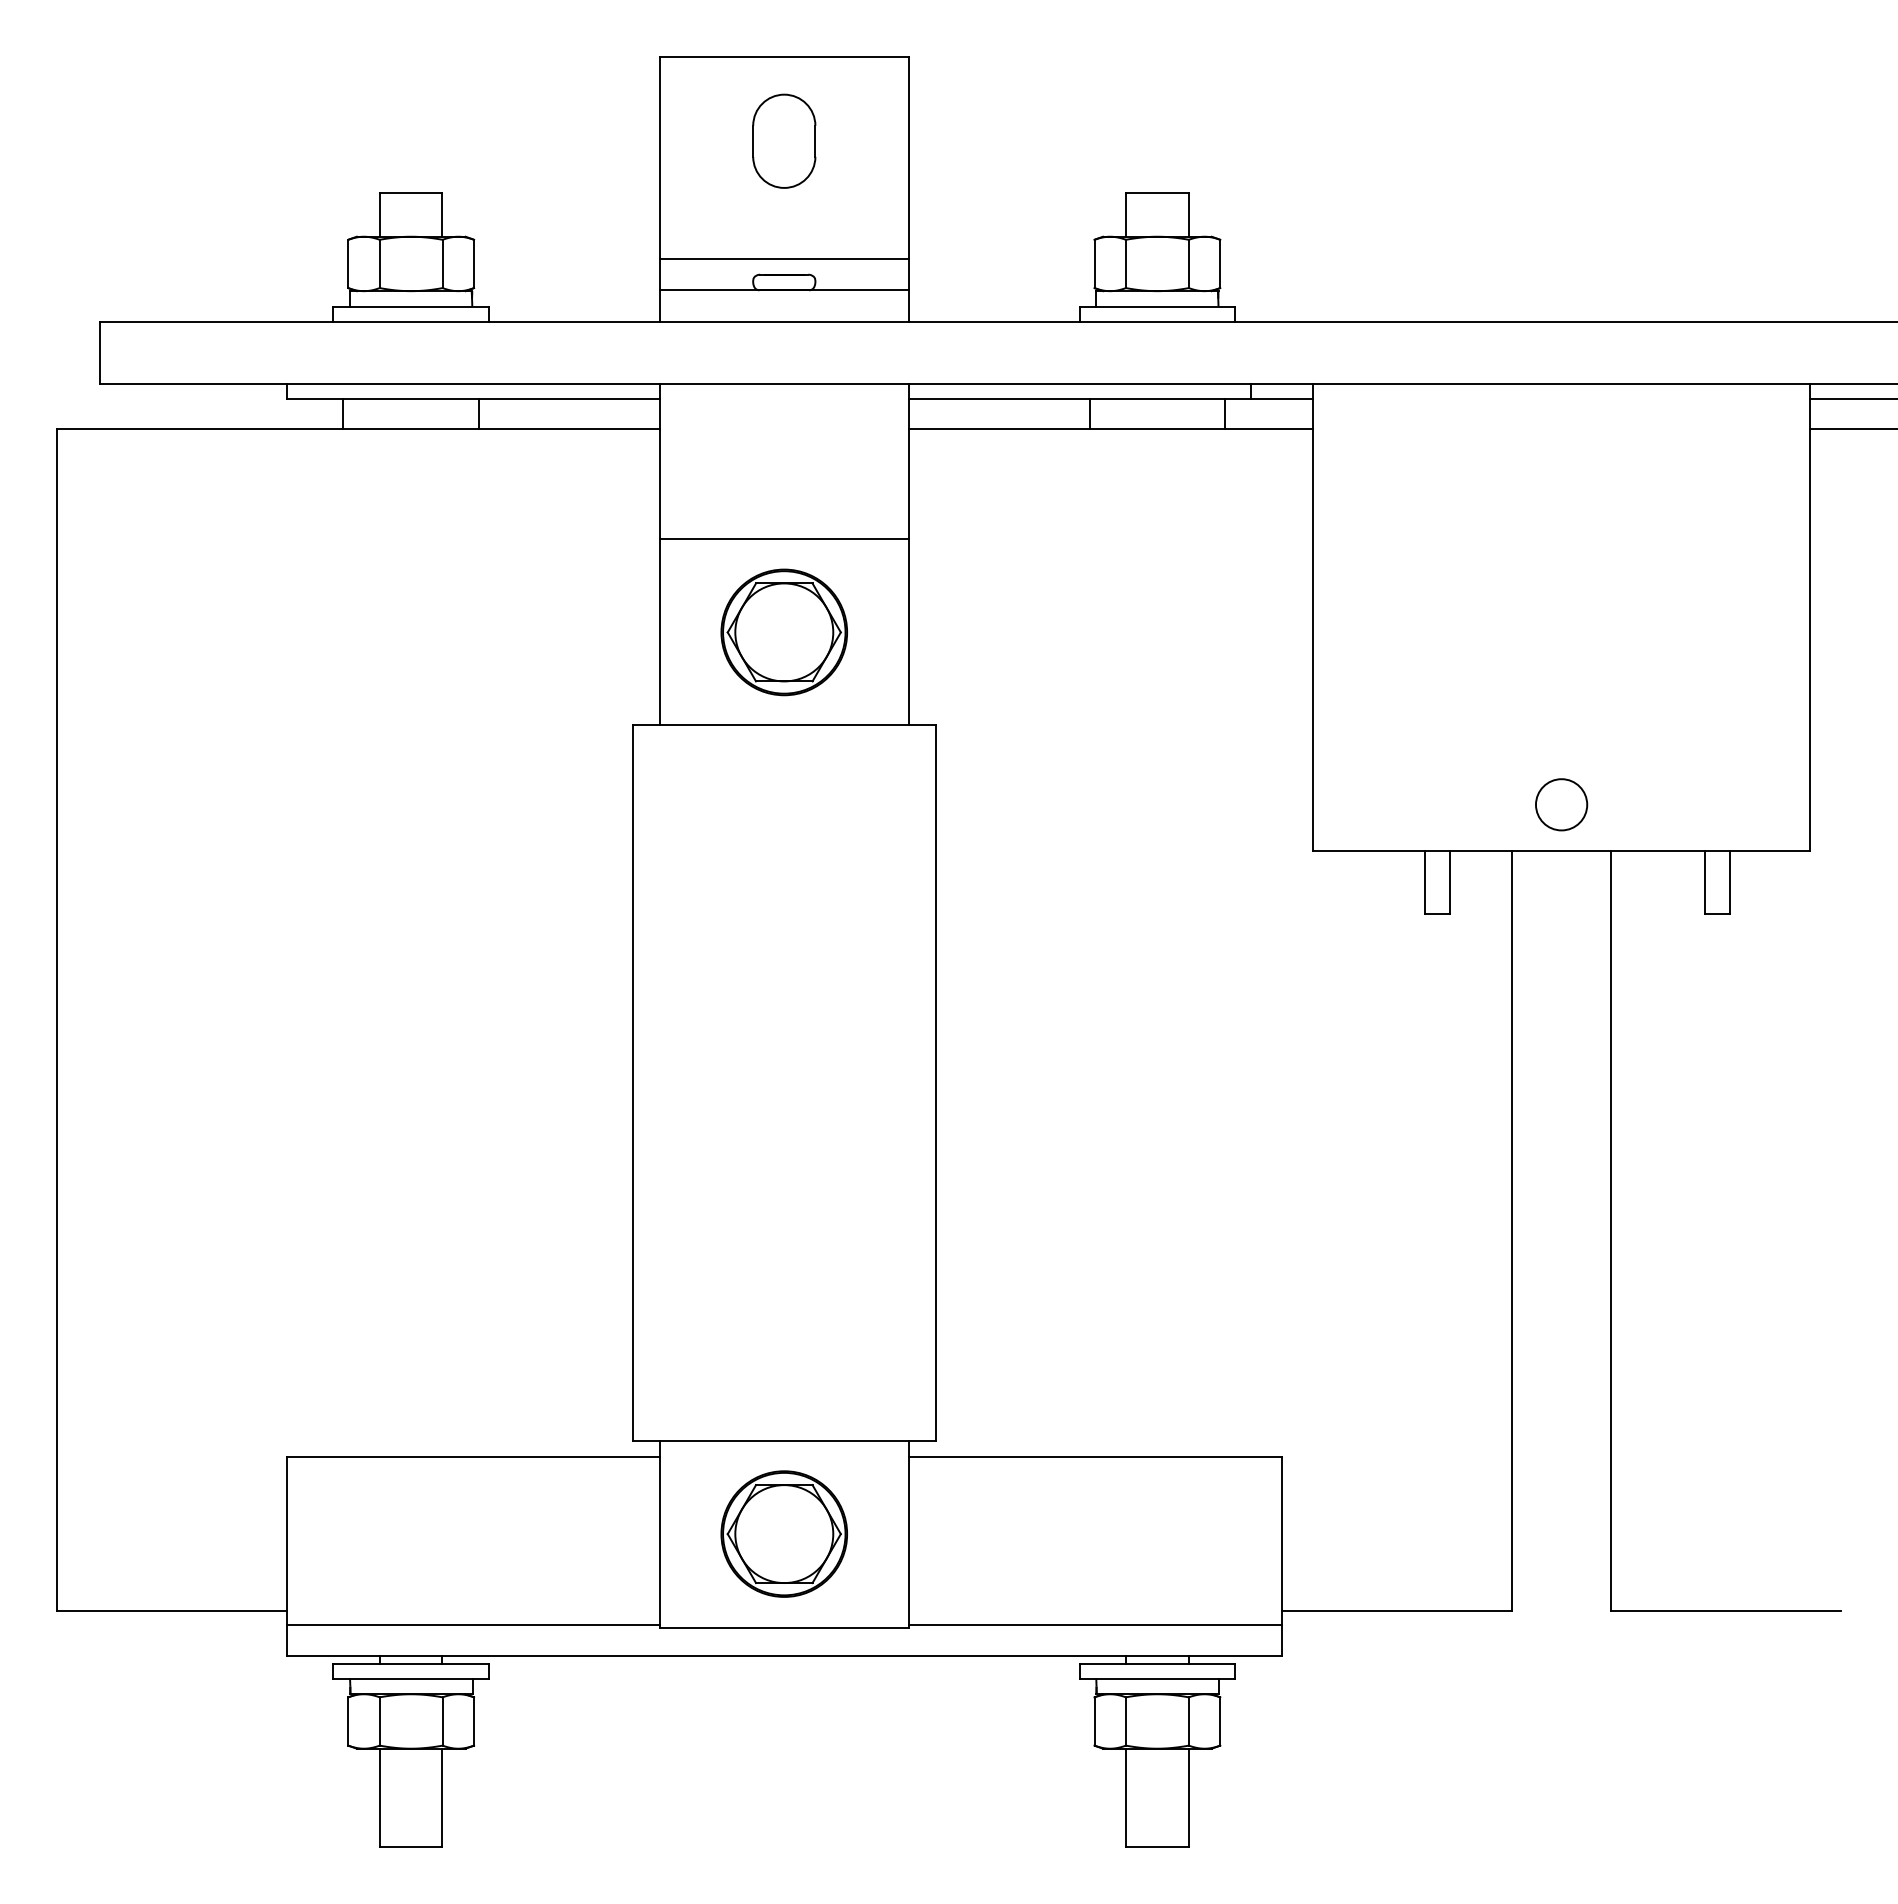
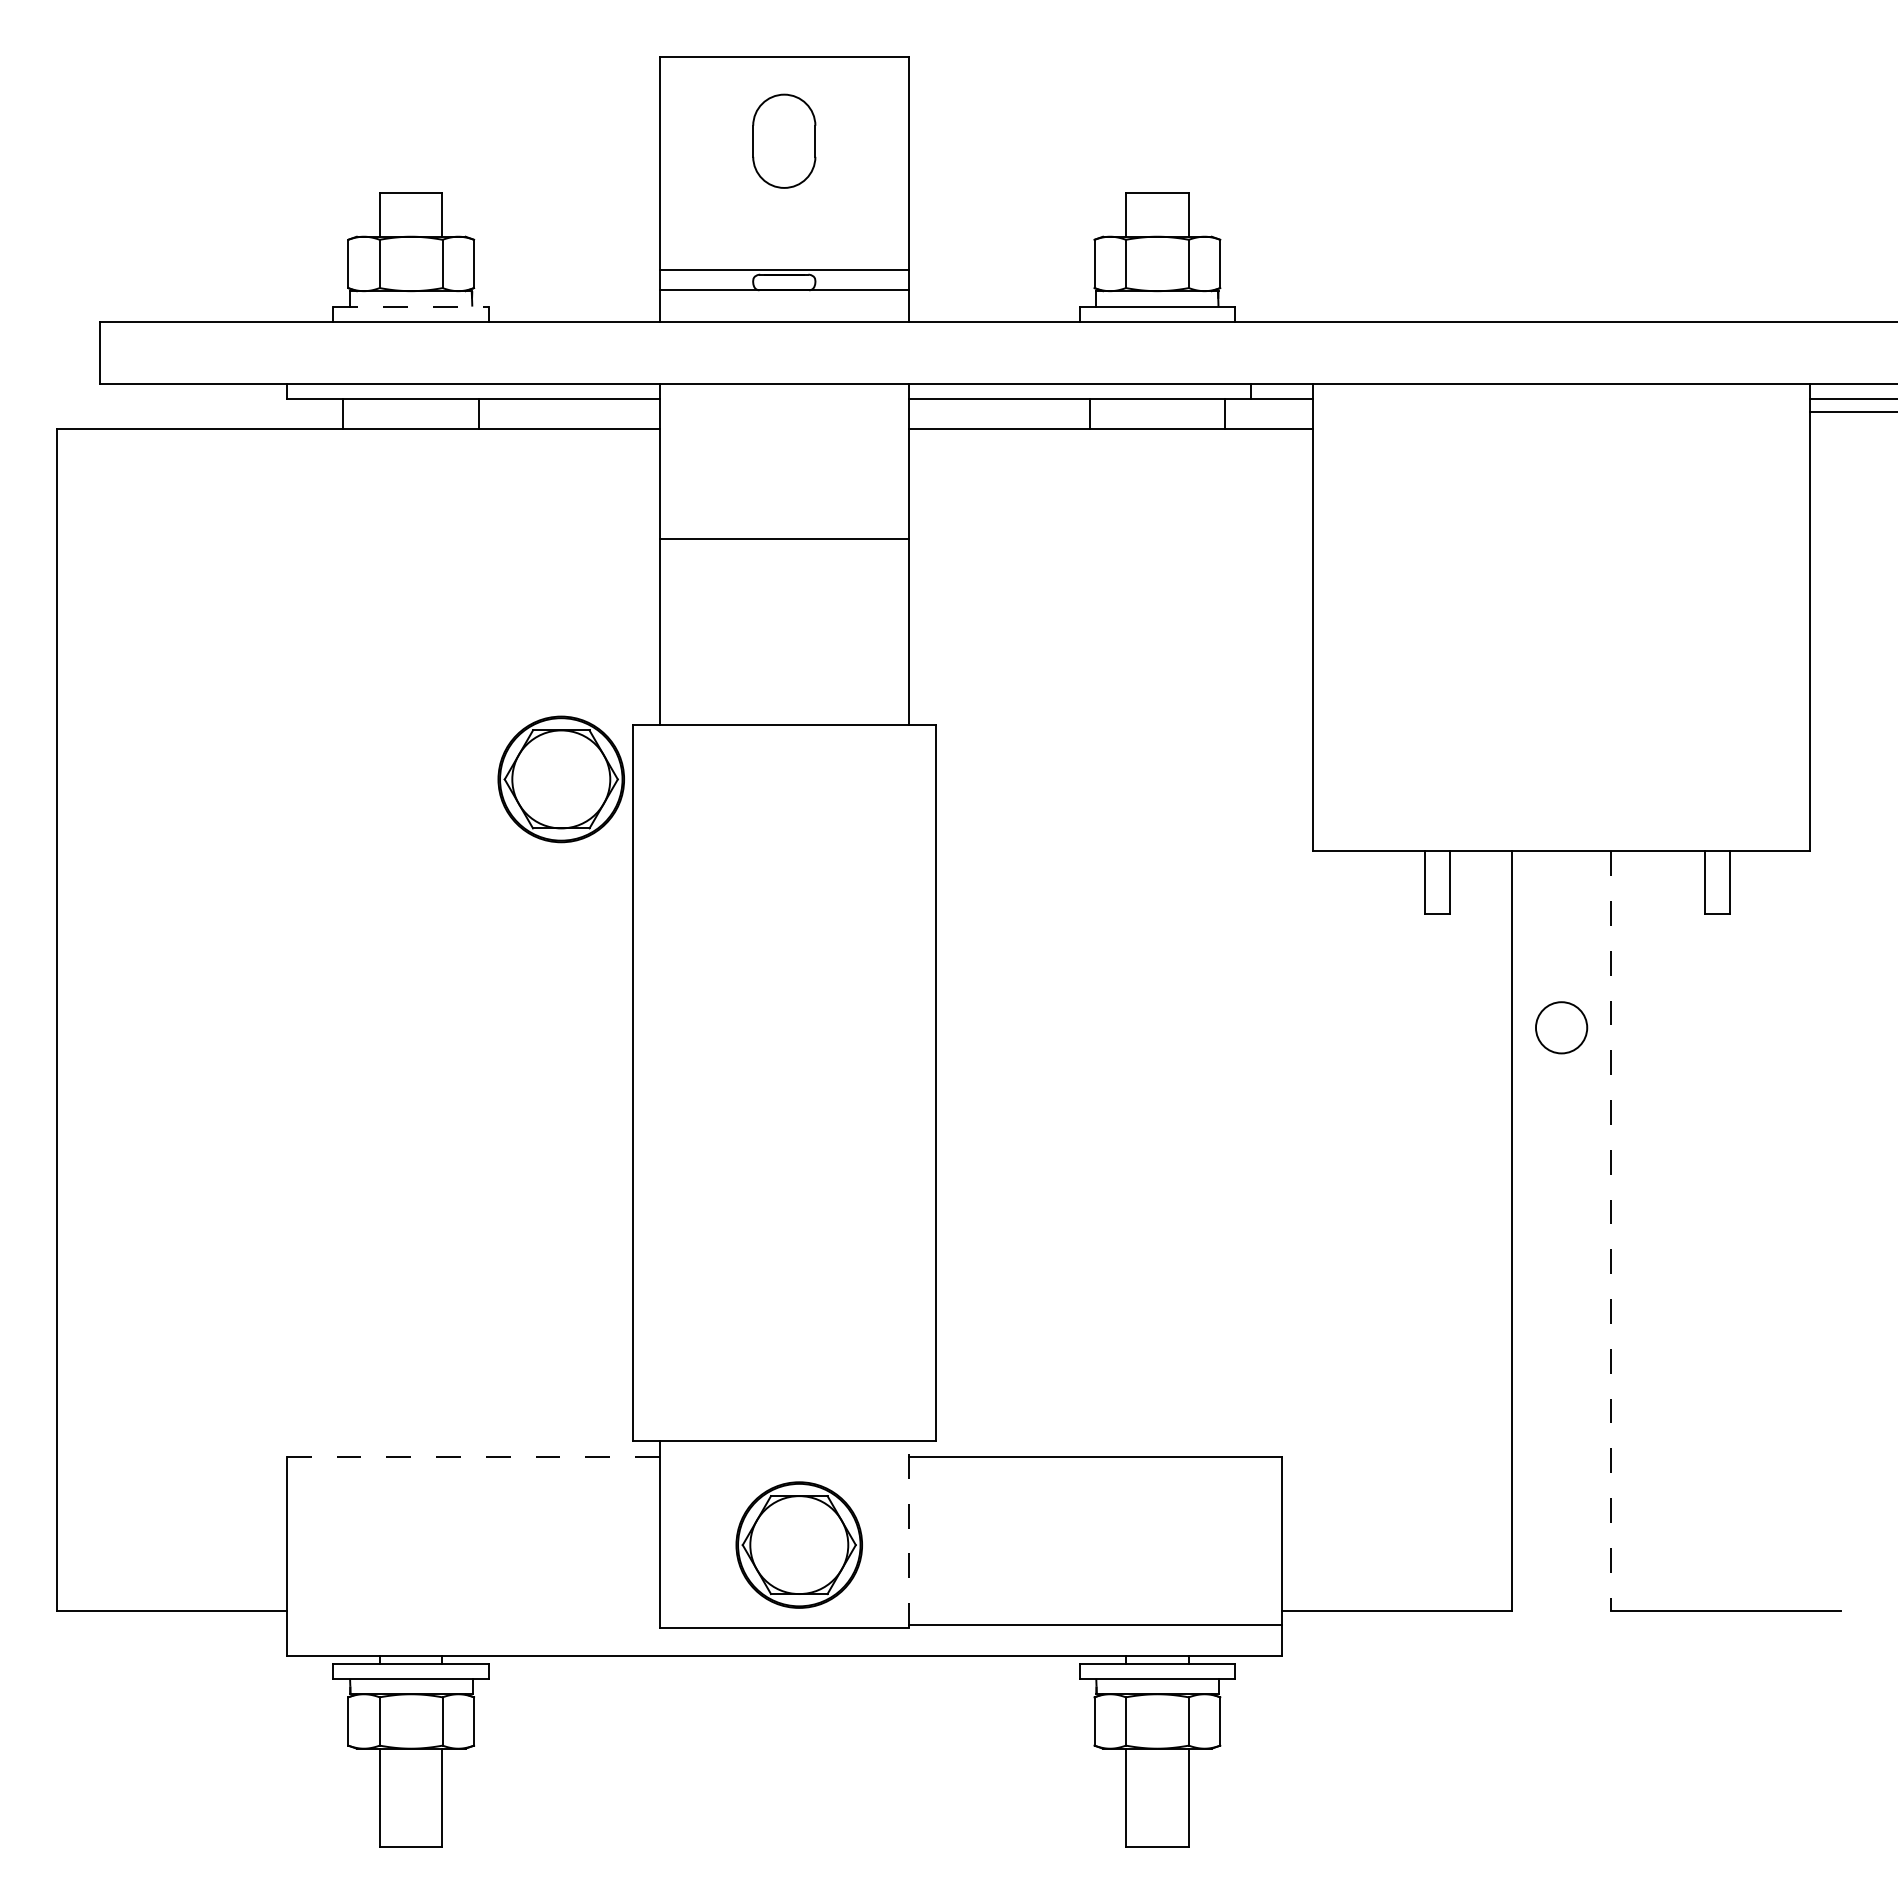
line at (783, 259) position: (783, 259) -> (783, 270)
line at (411, 306): solid -> dashed
line at (1852, 429) position: (1852, 429) -> (1852, 412)
part at (783, 632) position: (783, 632) -> (560, 779)
circle at (1561, 804) position: (1561, 804) -> (1561, 1027)
line at (1611, 1230): solid -> dashed
line at (473, 1456): solid -> dashed
part at (783, 1533) position: (783, 1533) -> (798, 1544)
line at (908, 1534): solid -> dashed
line at (472, 1624): present -> none
